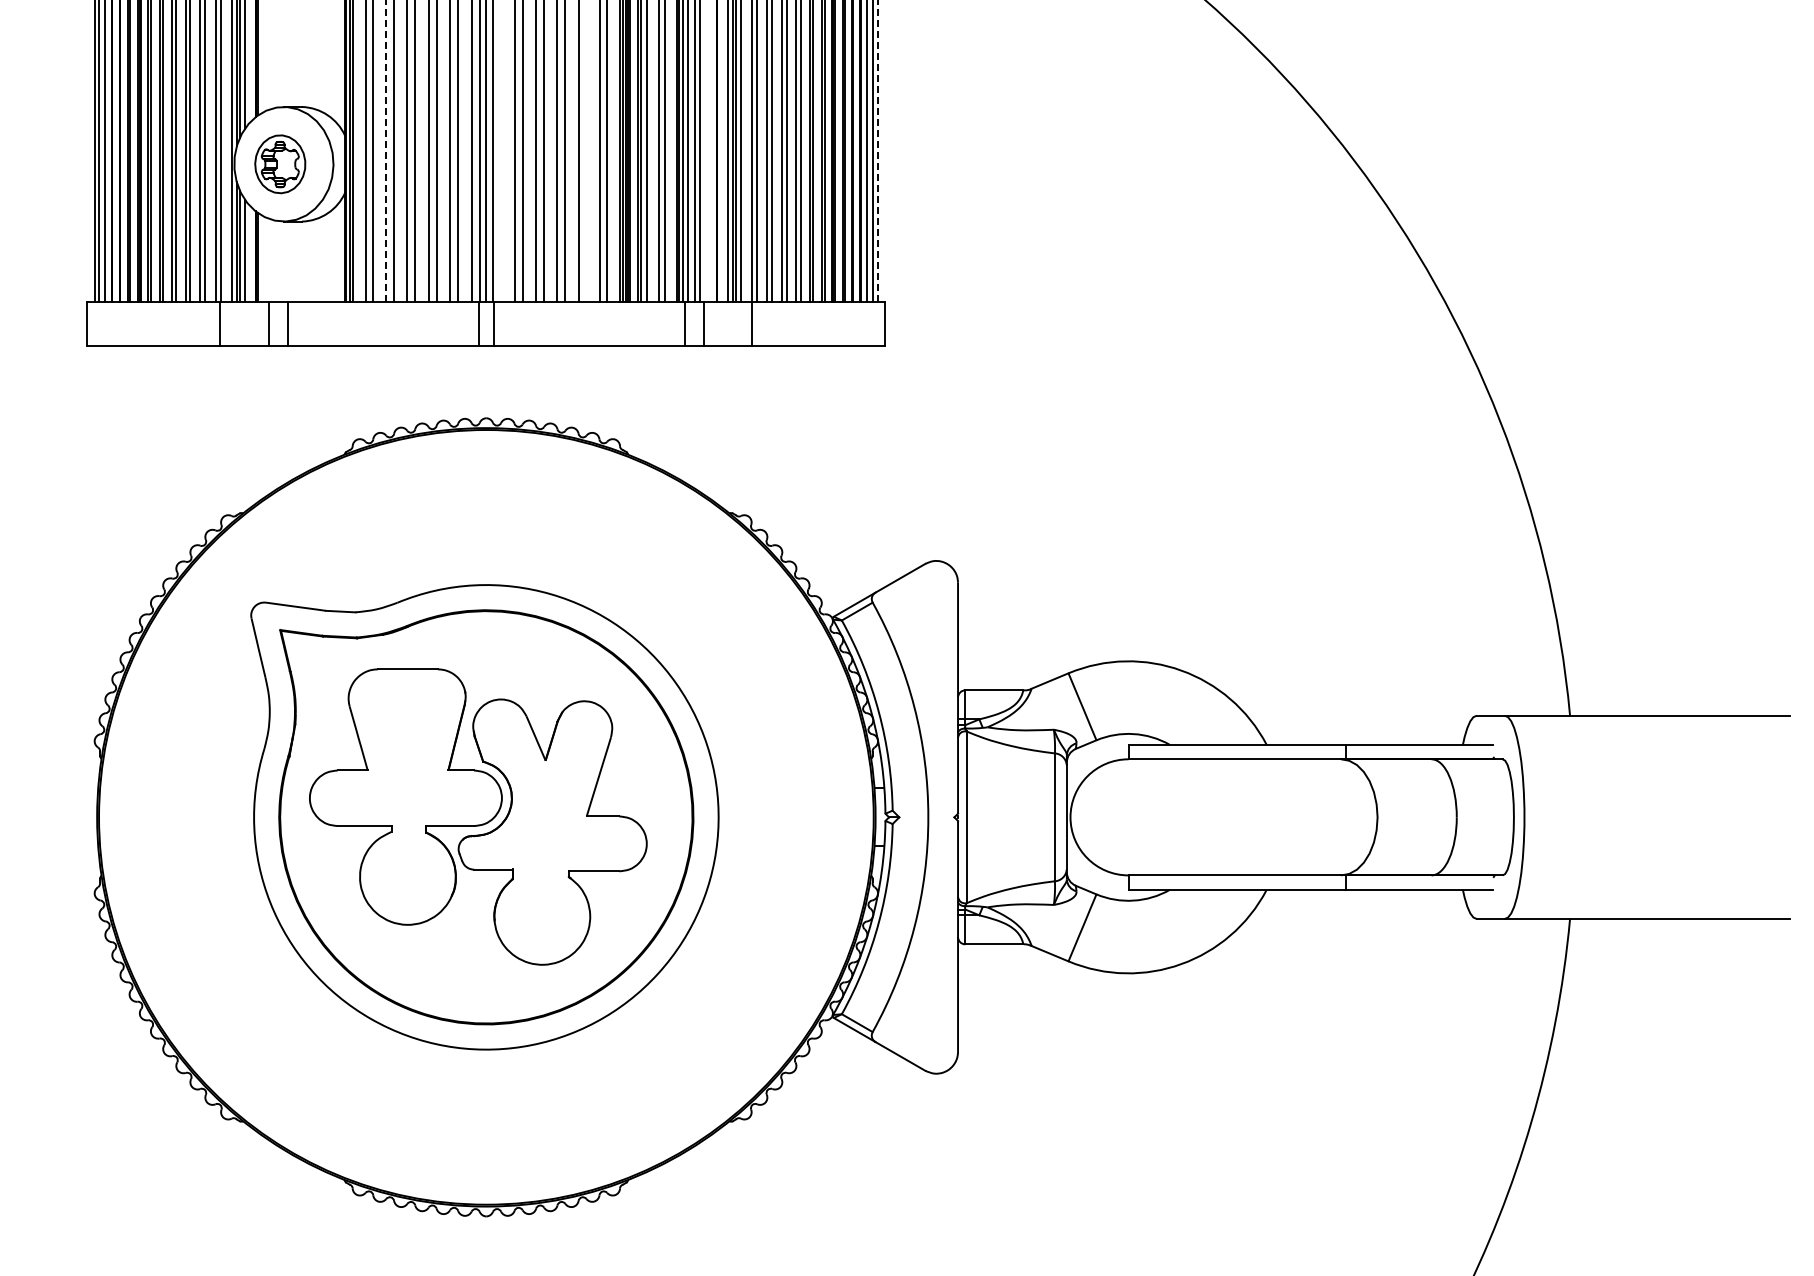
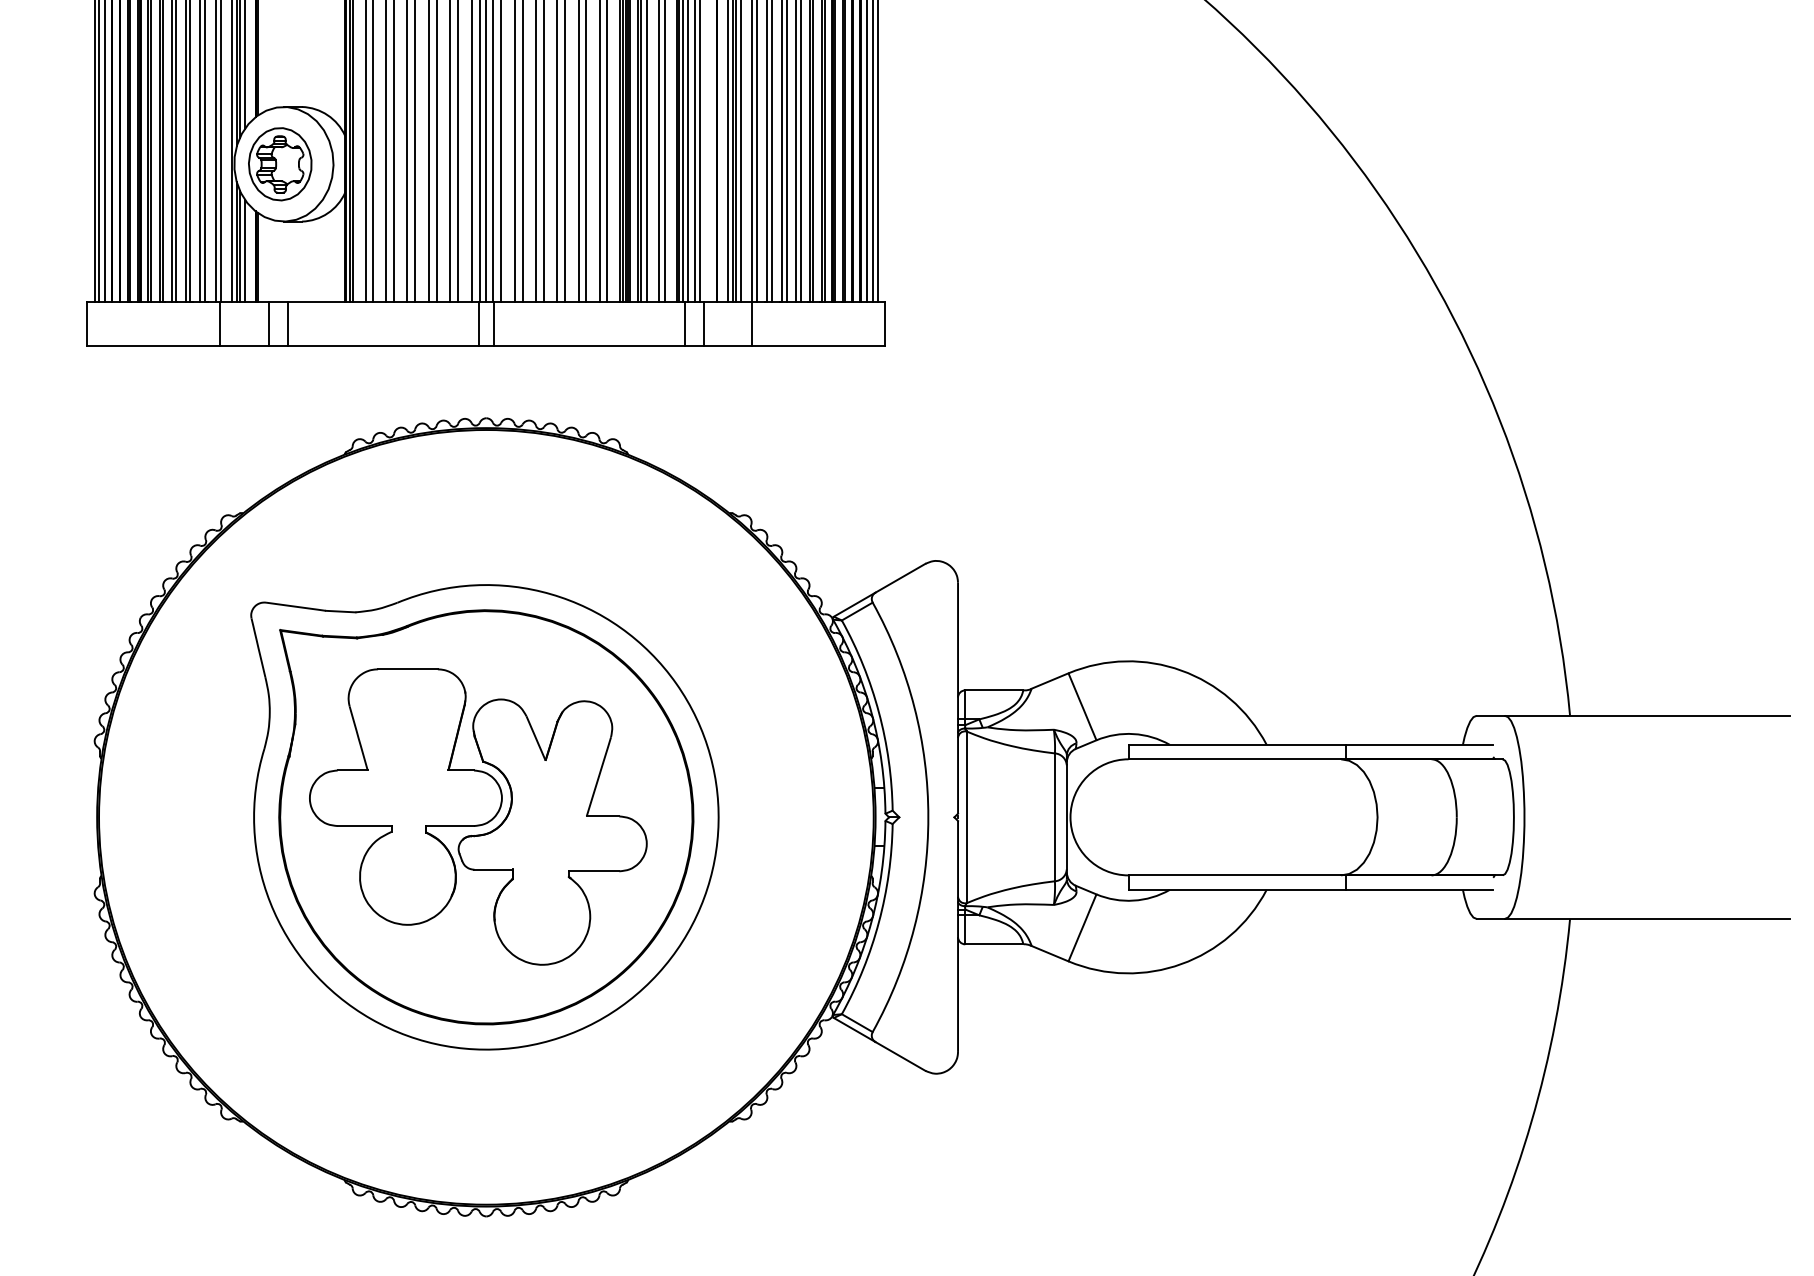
line at (386, 151): dashed -> solid
line at (878, 151): dashed -> solid
line at (501, 152): none -> present
line at (586, 152): none -> present
part at (280, 164) size: 53x61 px -> 65x75 px
